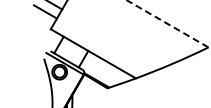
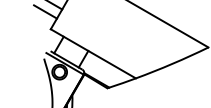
line at (167, 23): dashed -> solid
